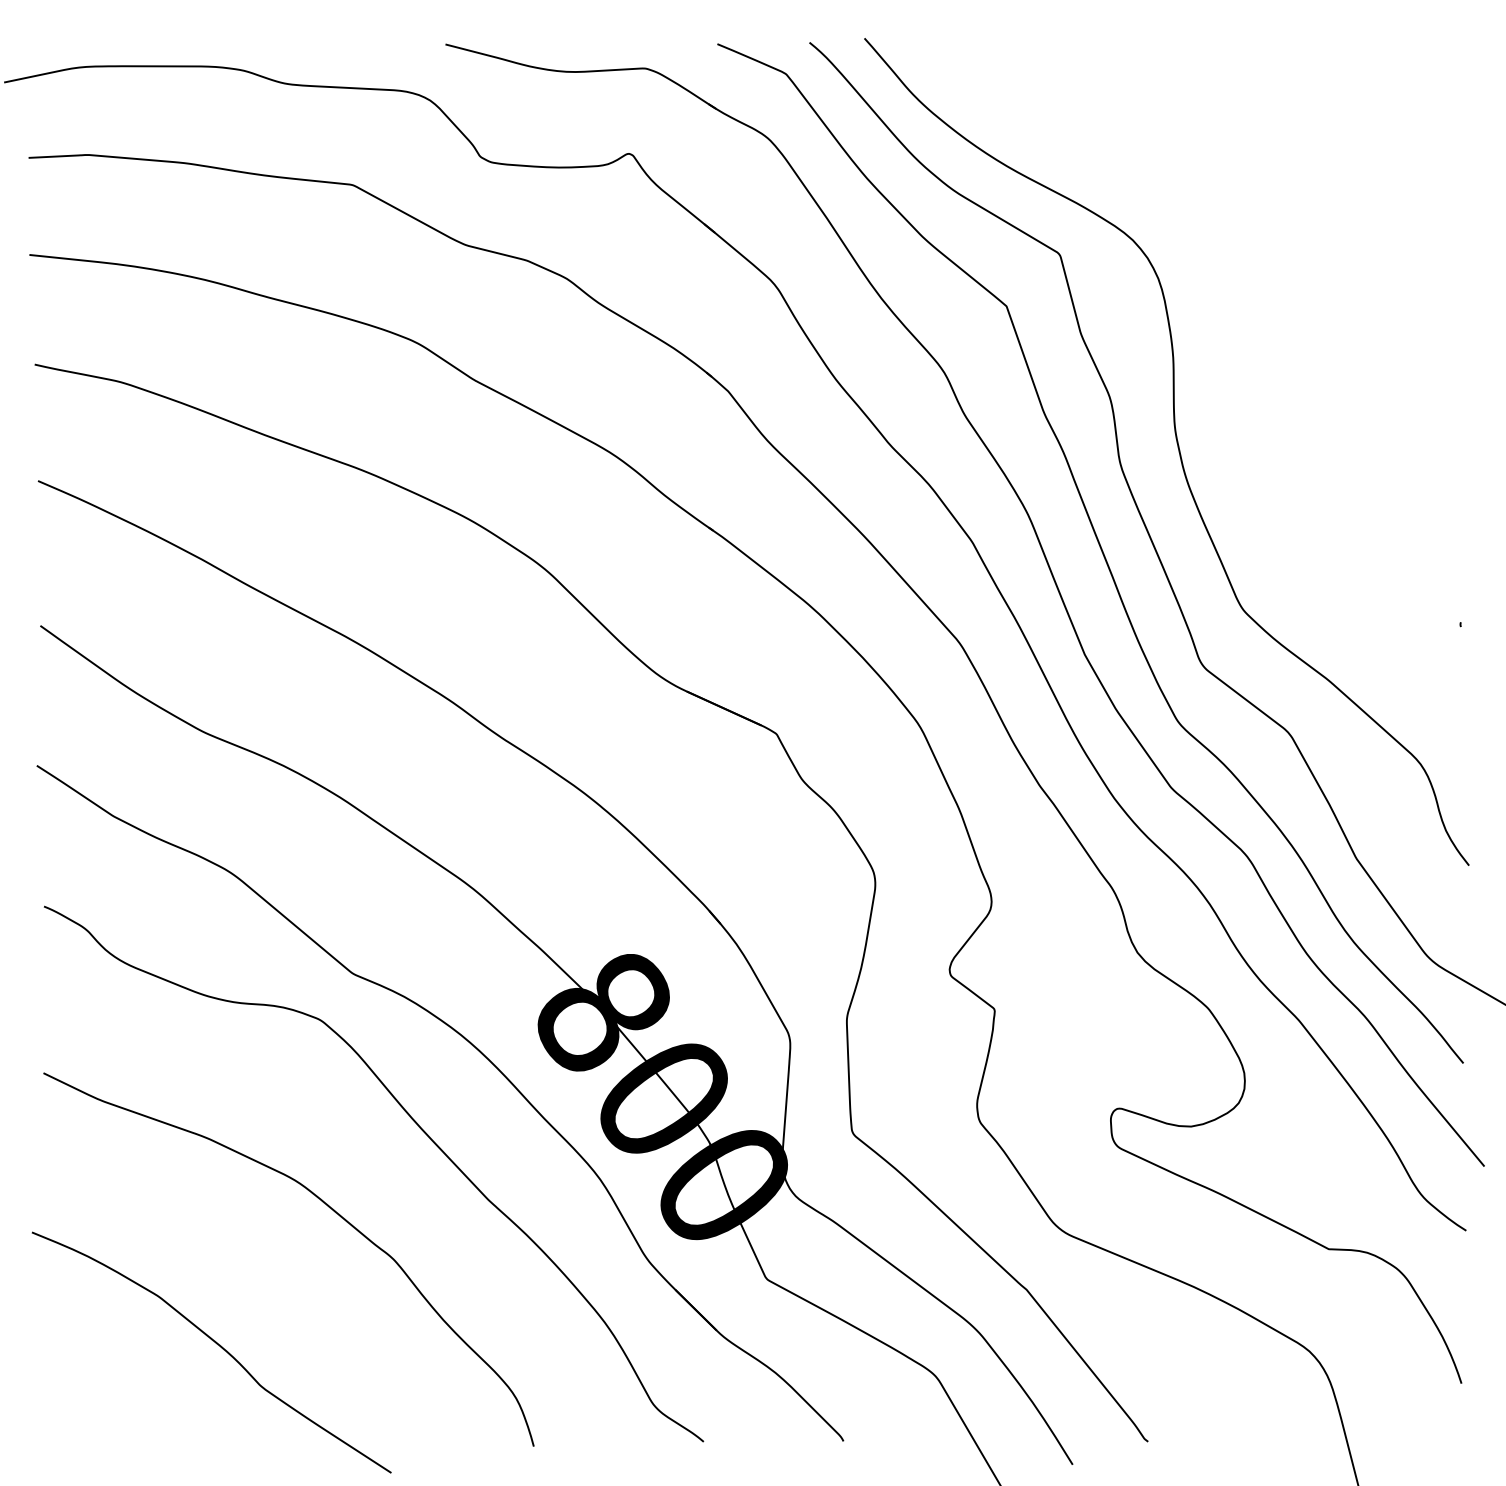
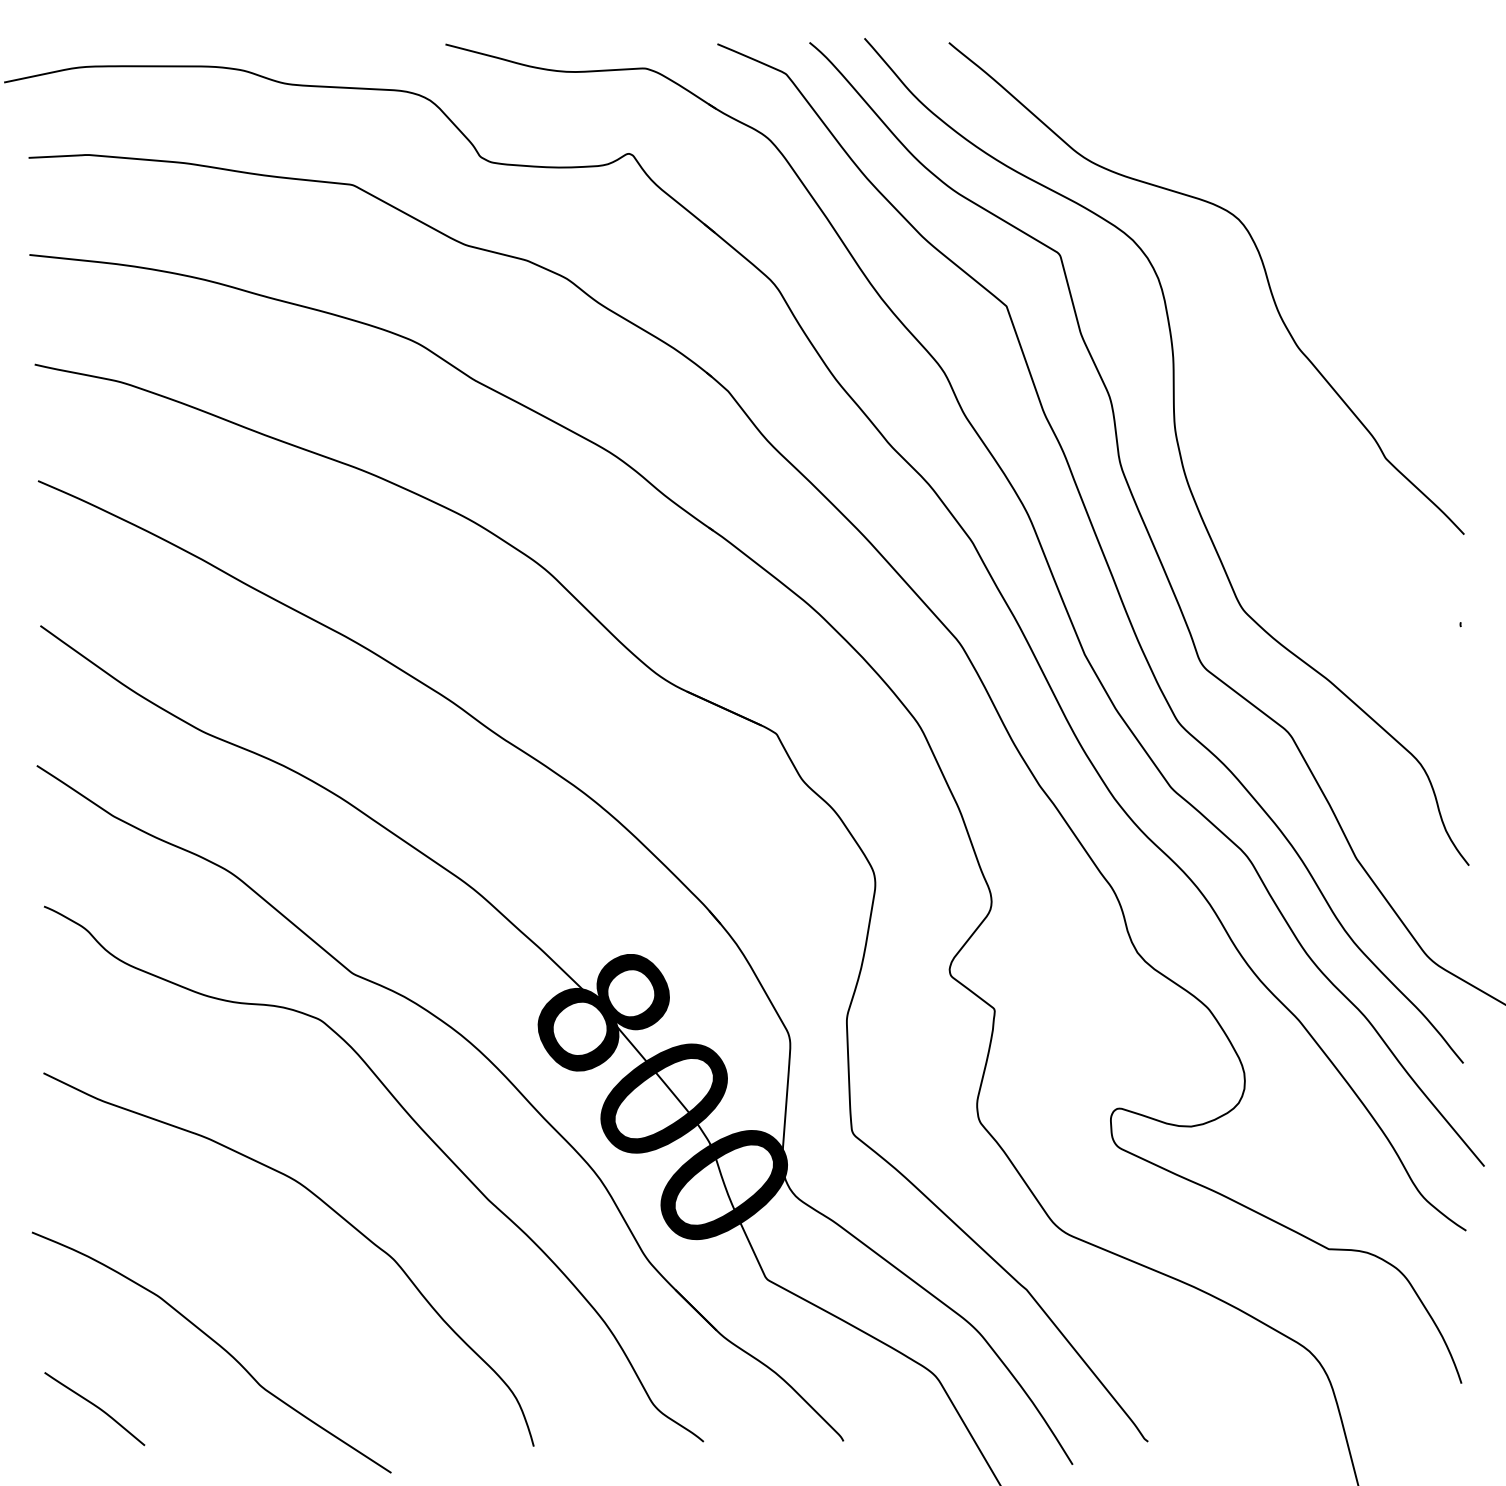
curve at (1263, 269): none -> present
curve at (96, 1407): none -> present
